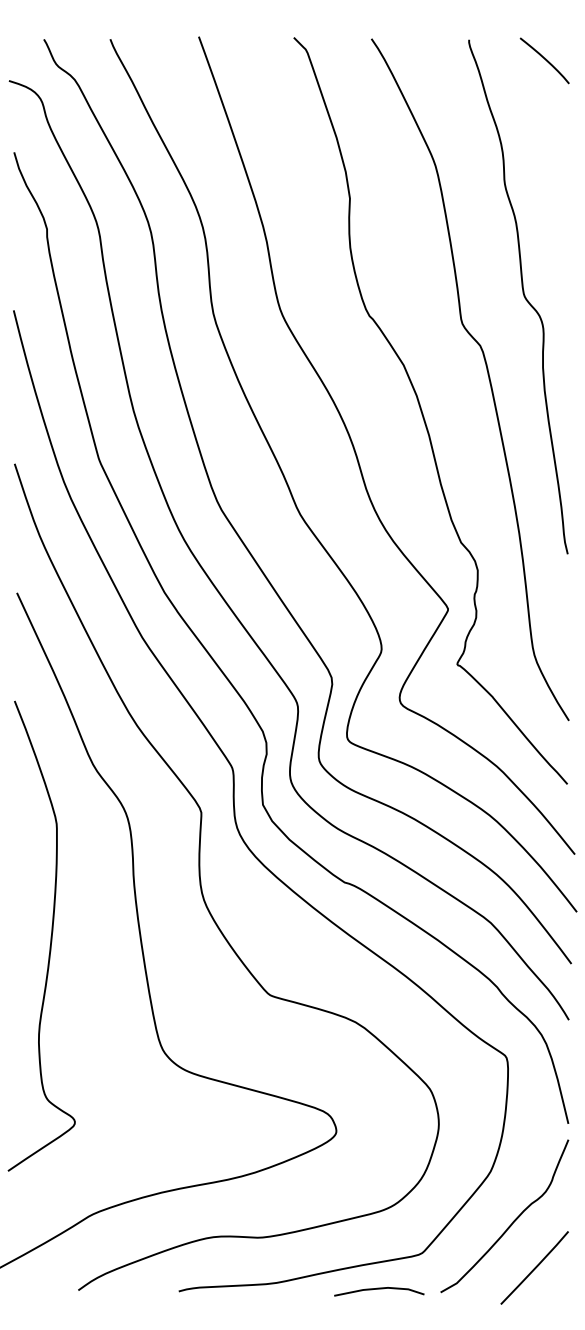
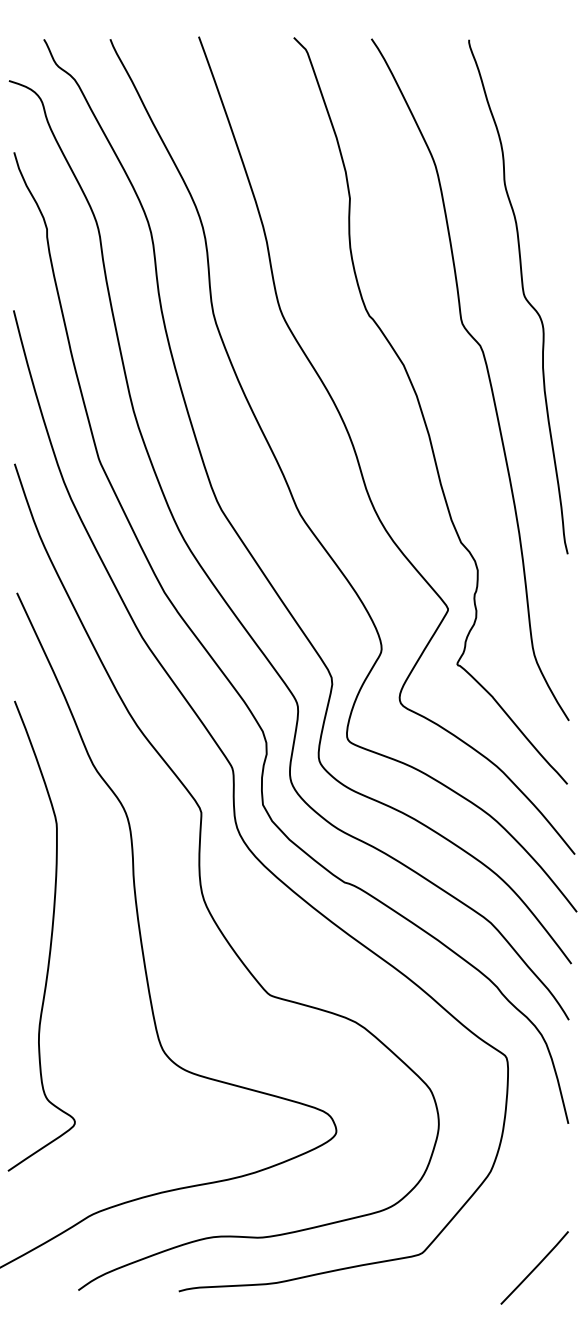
curve at (544, 59): present -> none
curve at (512, 1221): present -> none
line at (379, 1289): present -> none
